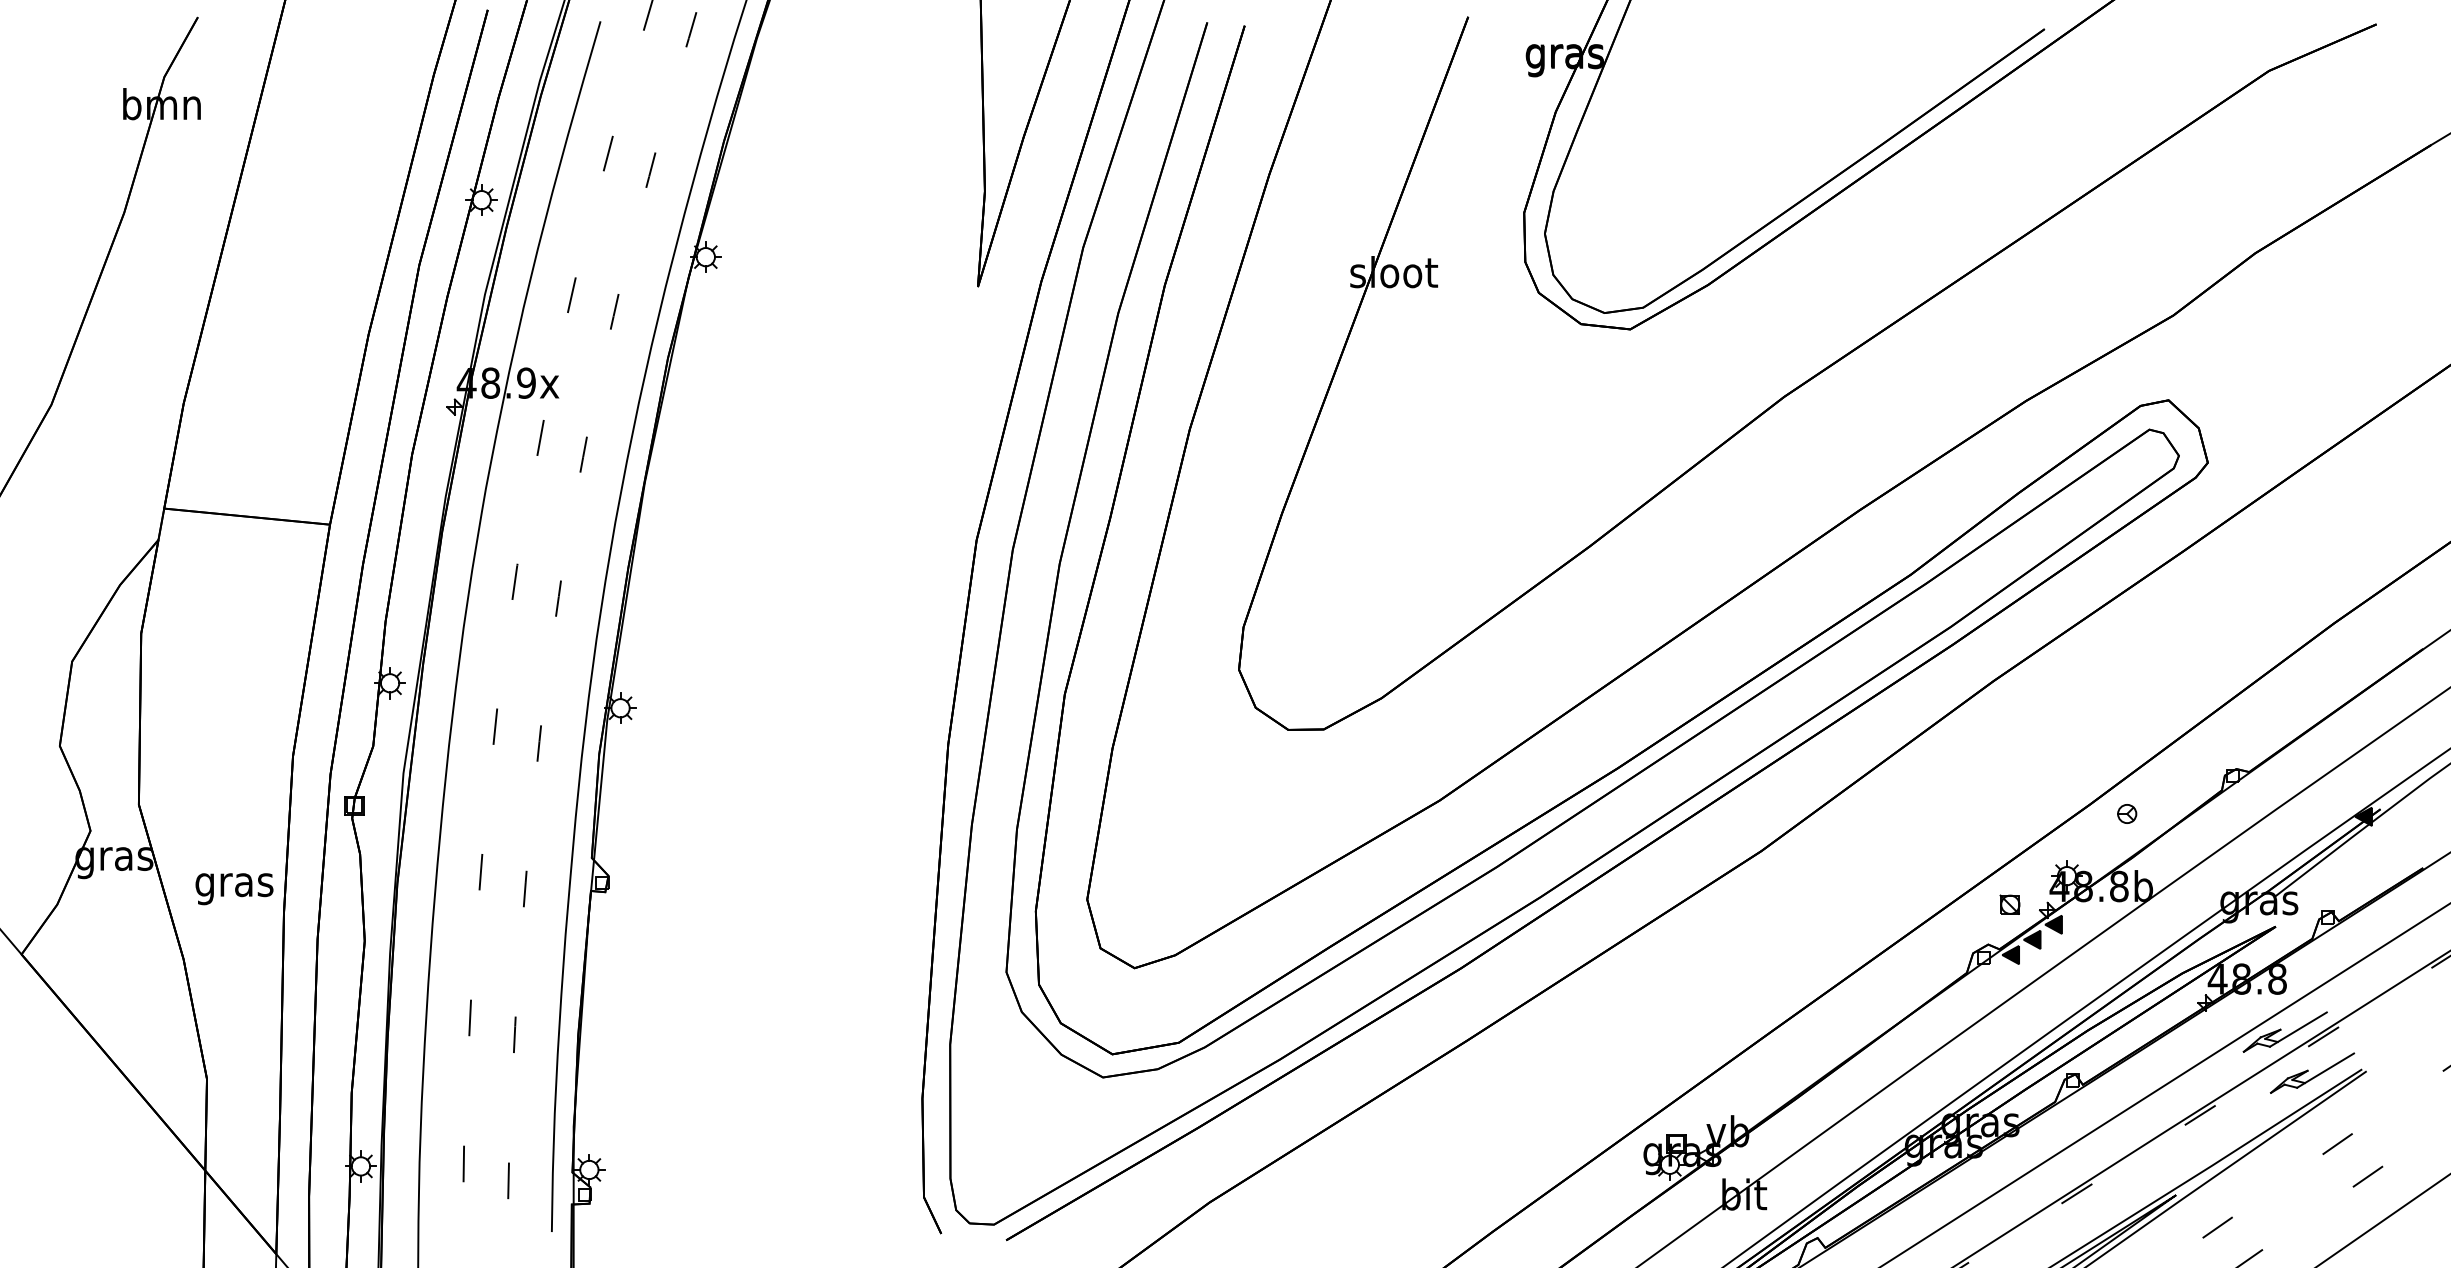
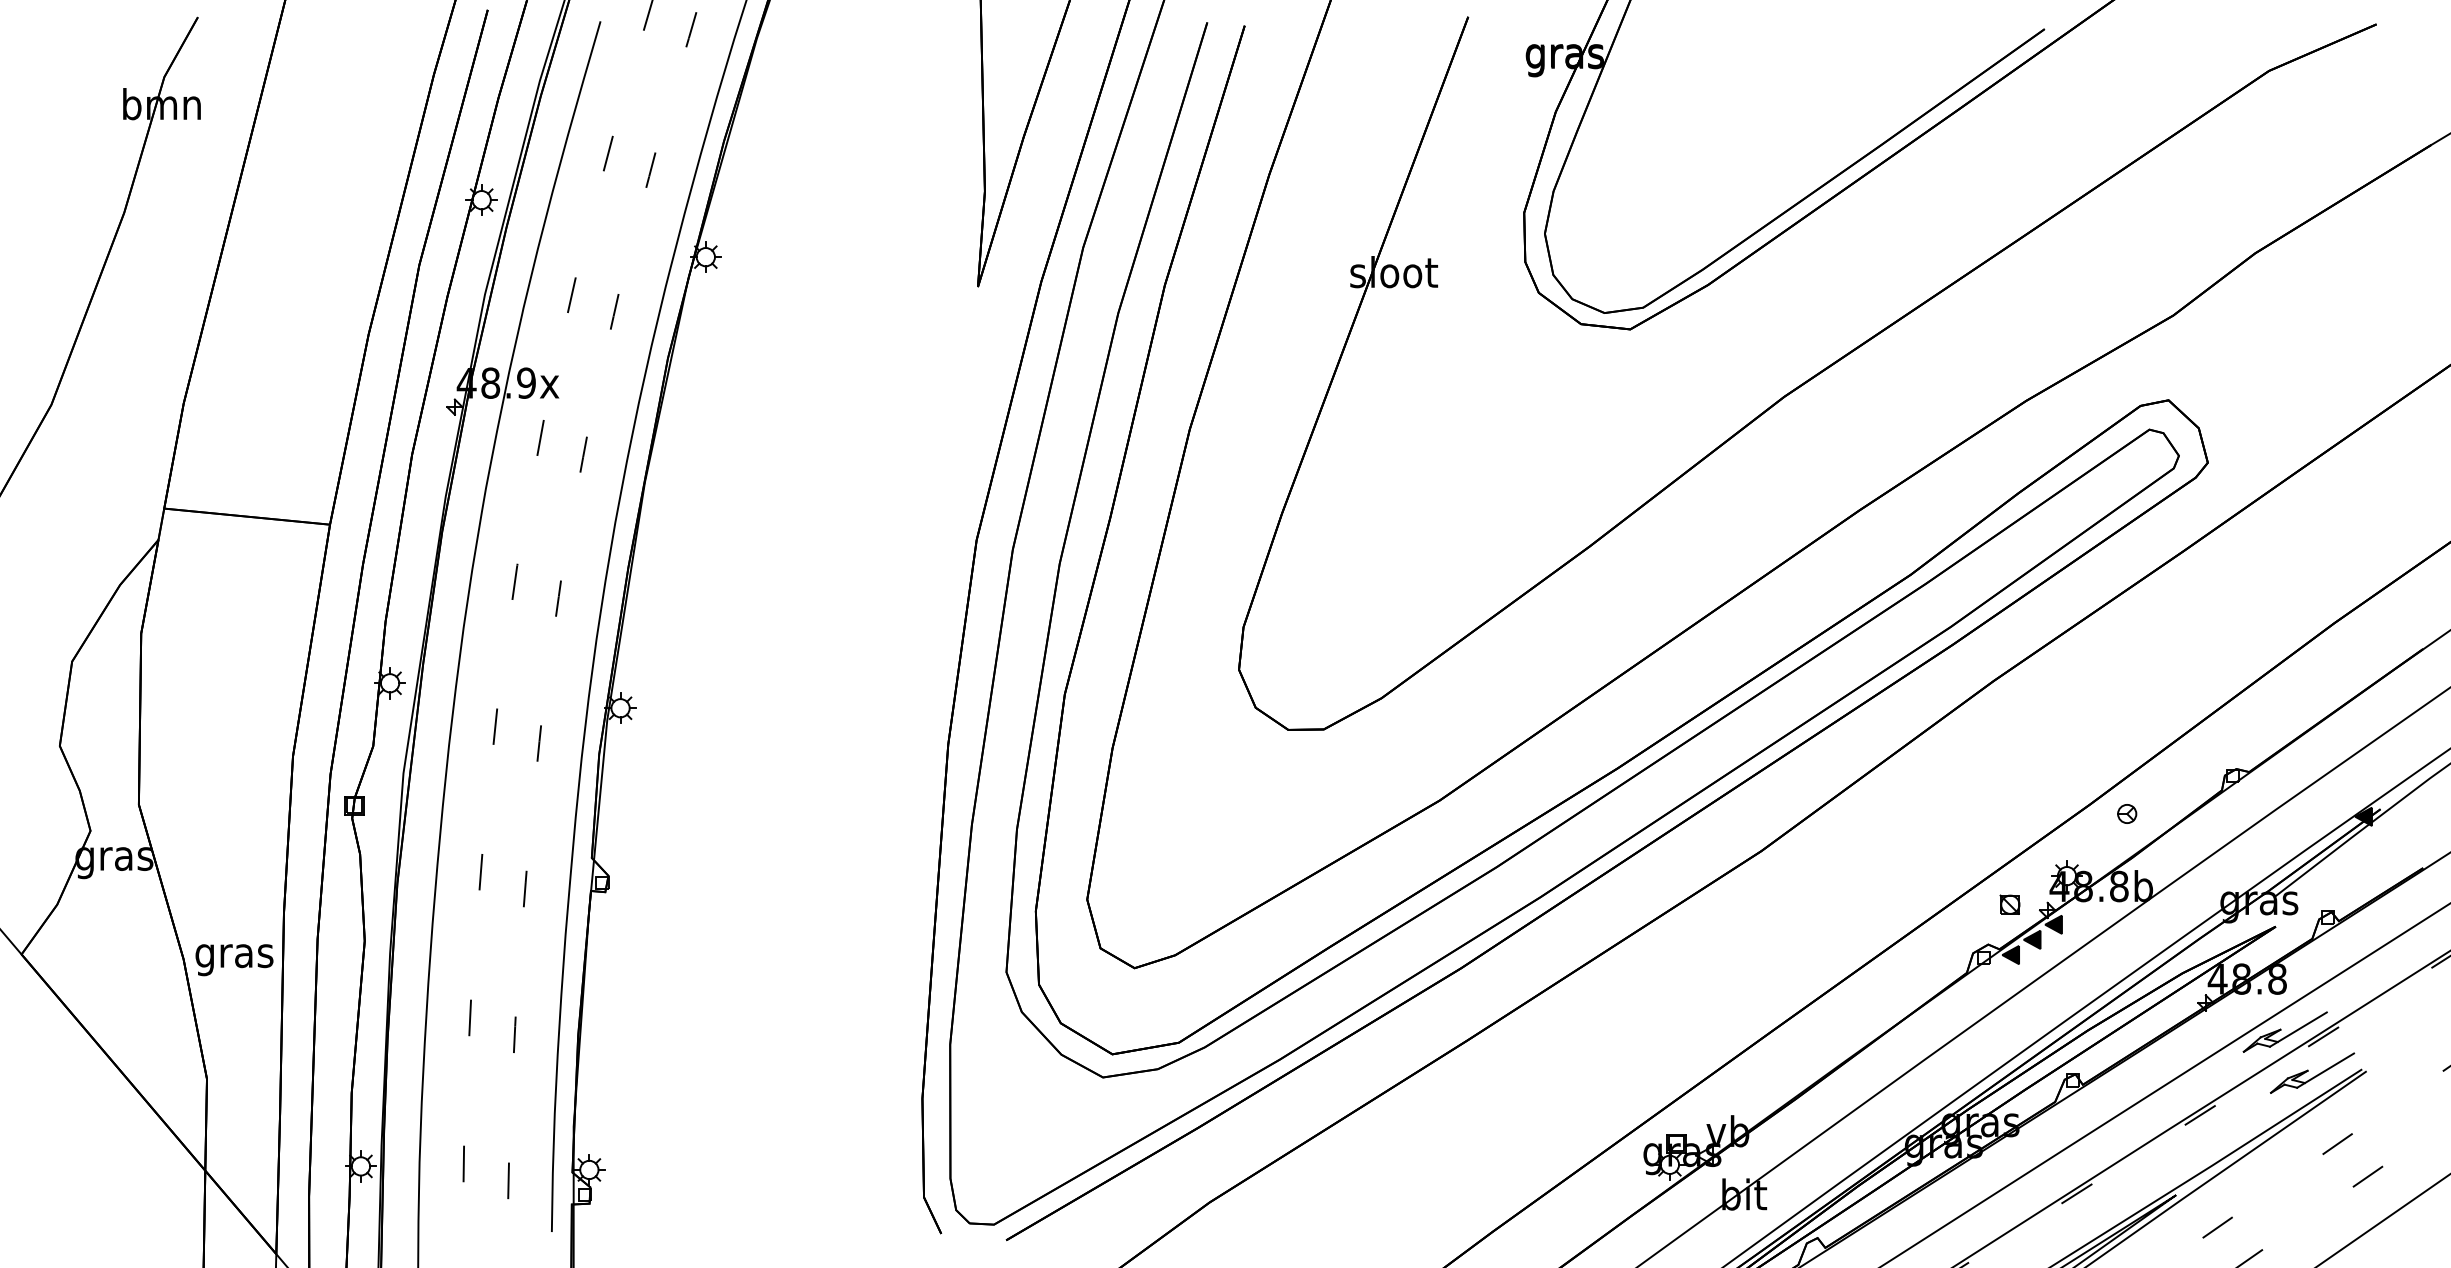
text at (234, 889) position: (234, 889) -> (234, 960)
